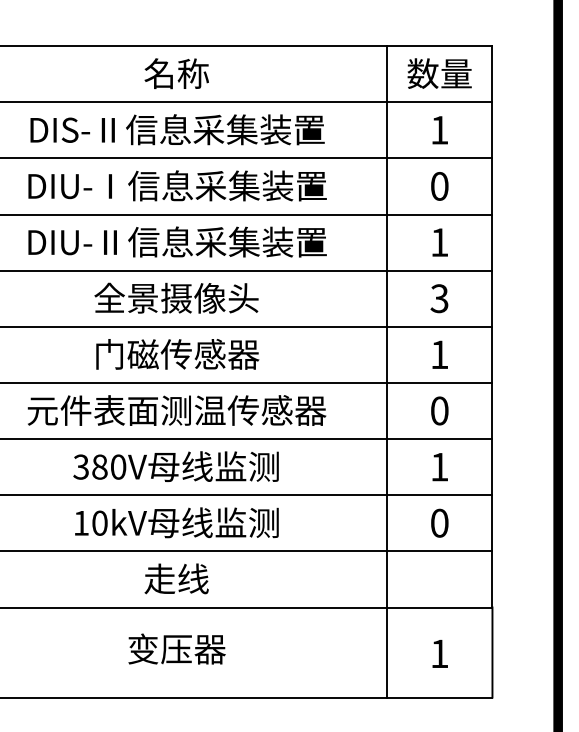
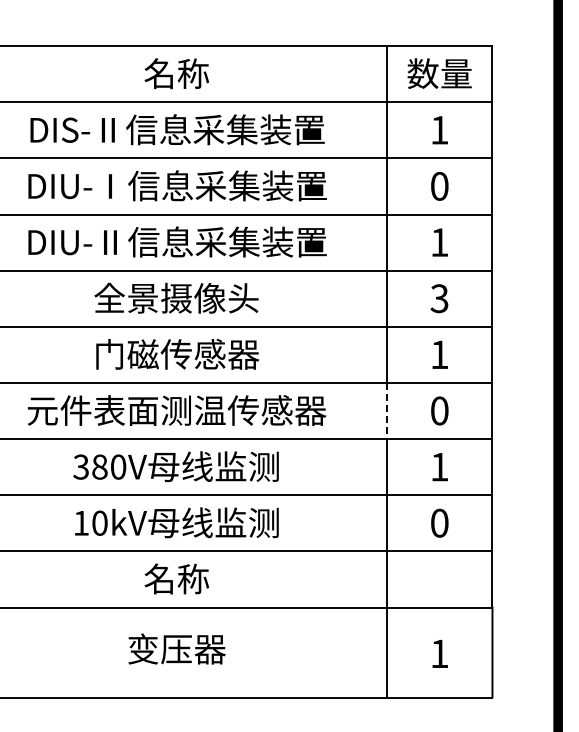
line at (387, 411): solid -> dashed
text at (176, 578): 走线 -> 名称
